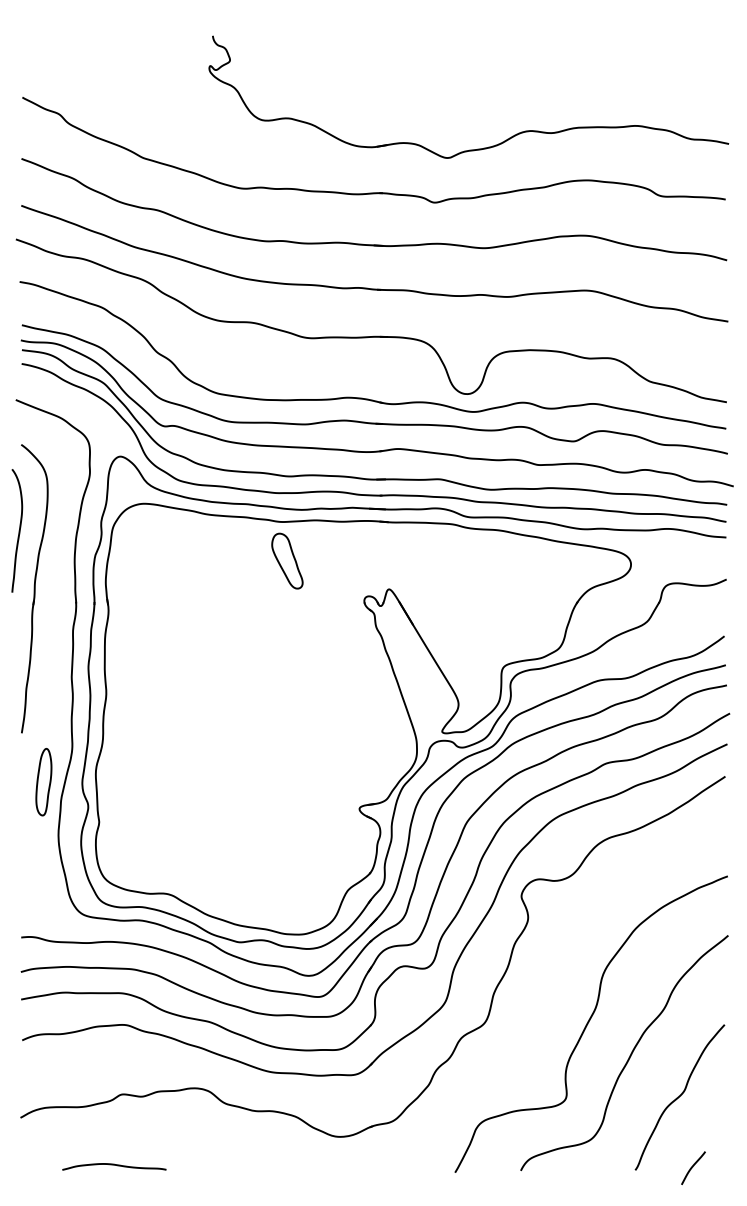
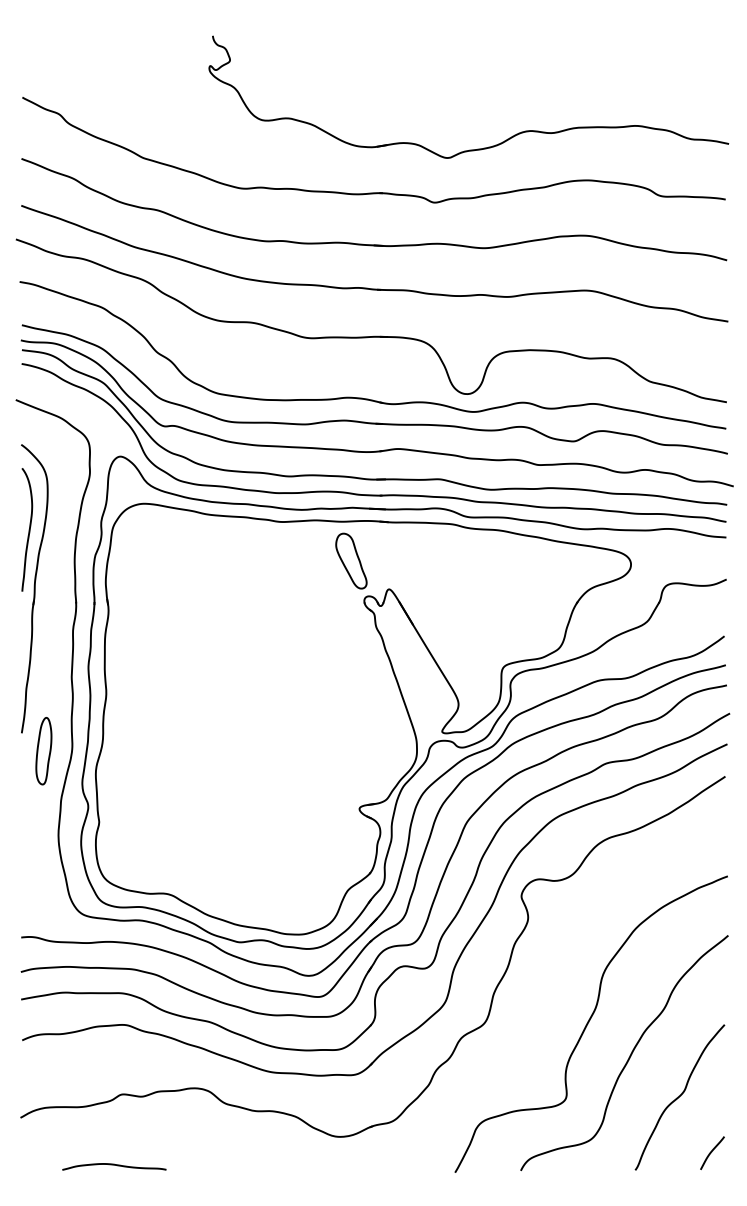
curve at (18, 530) position: (18, 530) -> (28, 529)
part at (287, 560) position: (287, 560) -> (351, 560)
part at (43, 782) position: (43, 782) -> (43, 751)
curve at (693, 1167) position: (693, 1167) -> (712, 1152)
